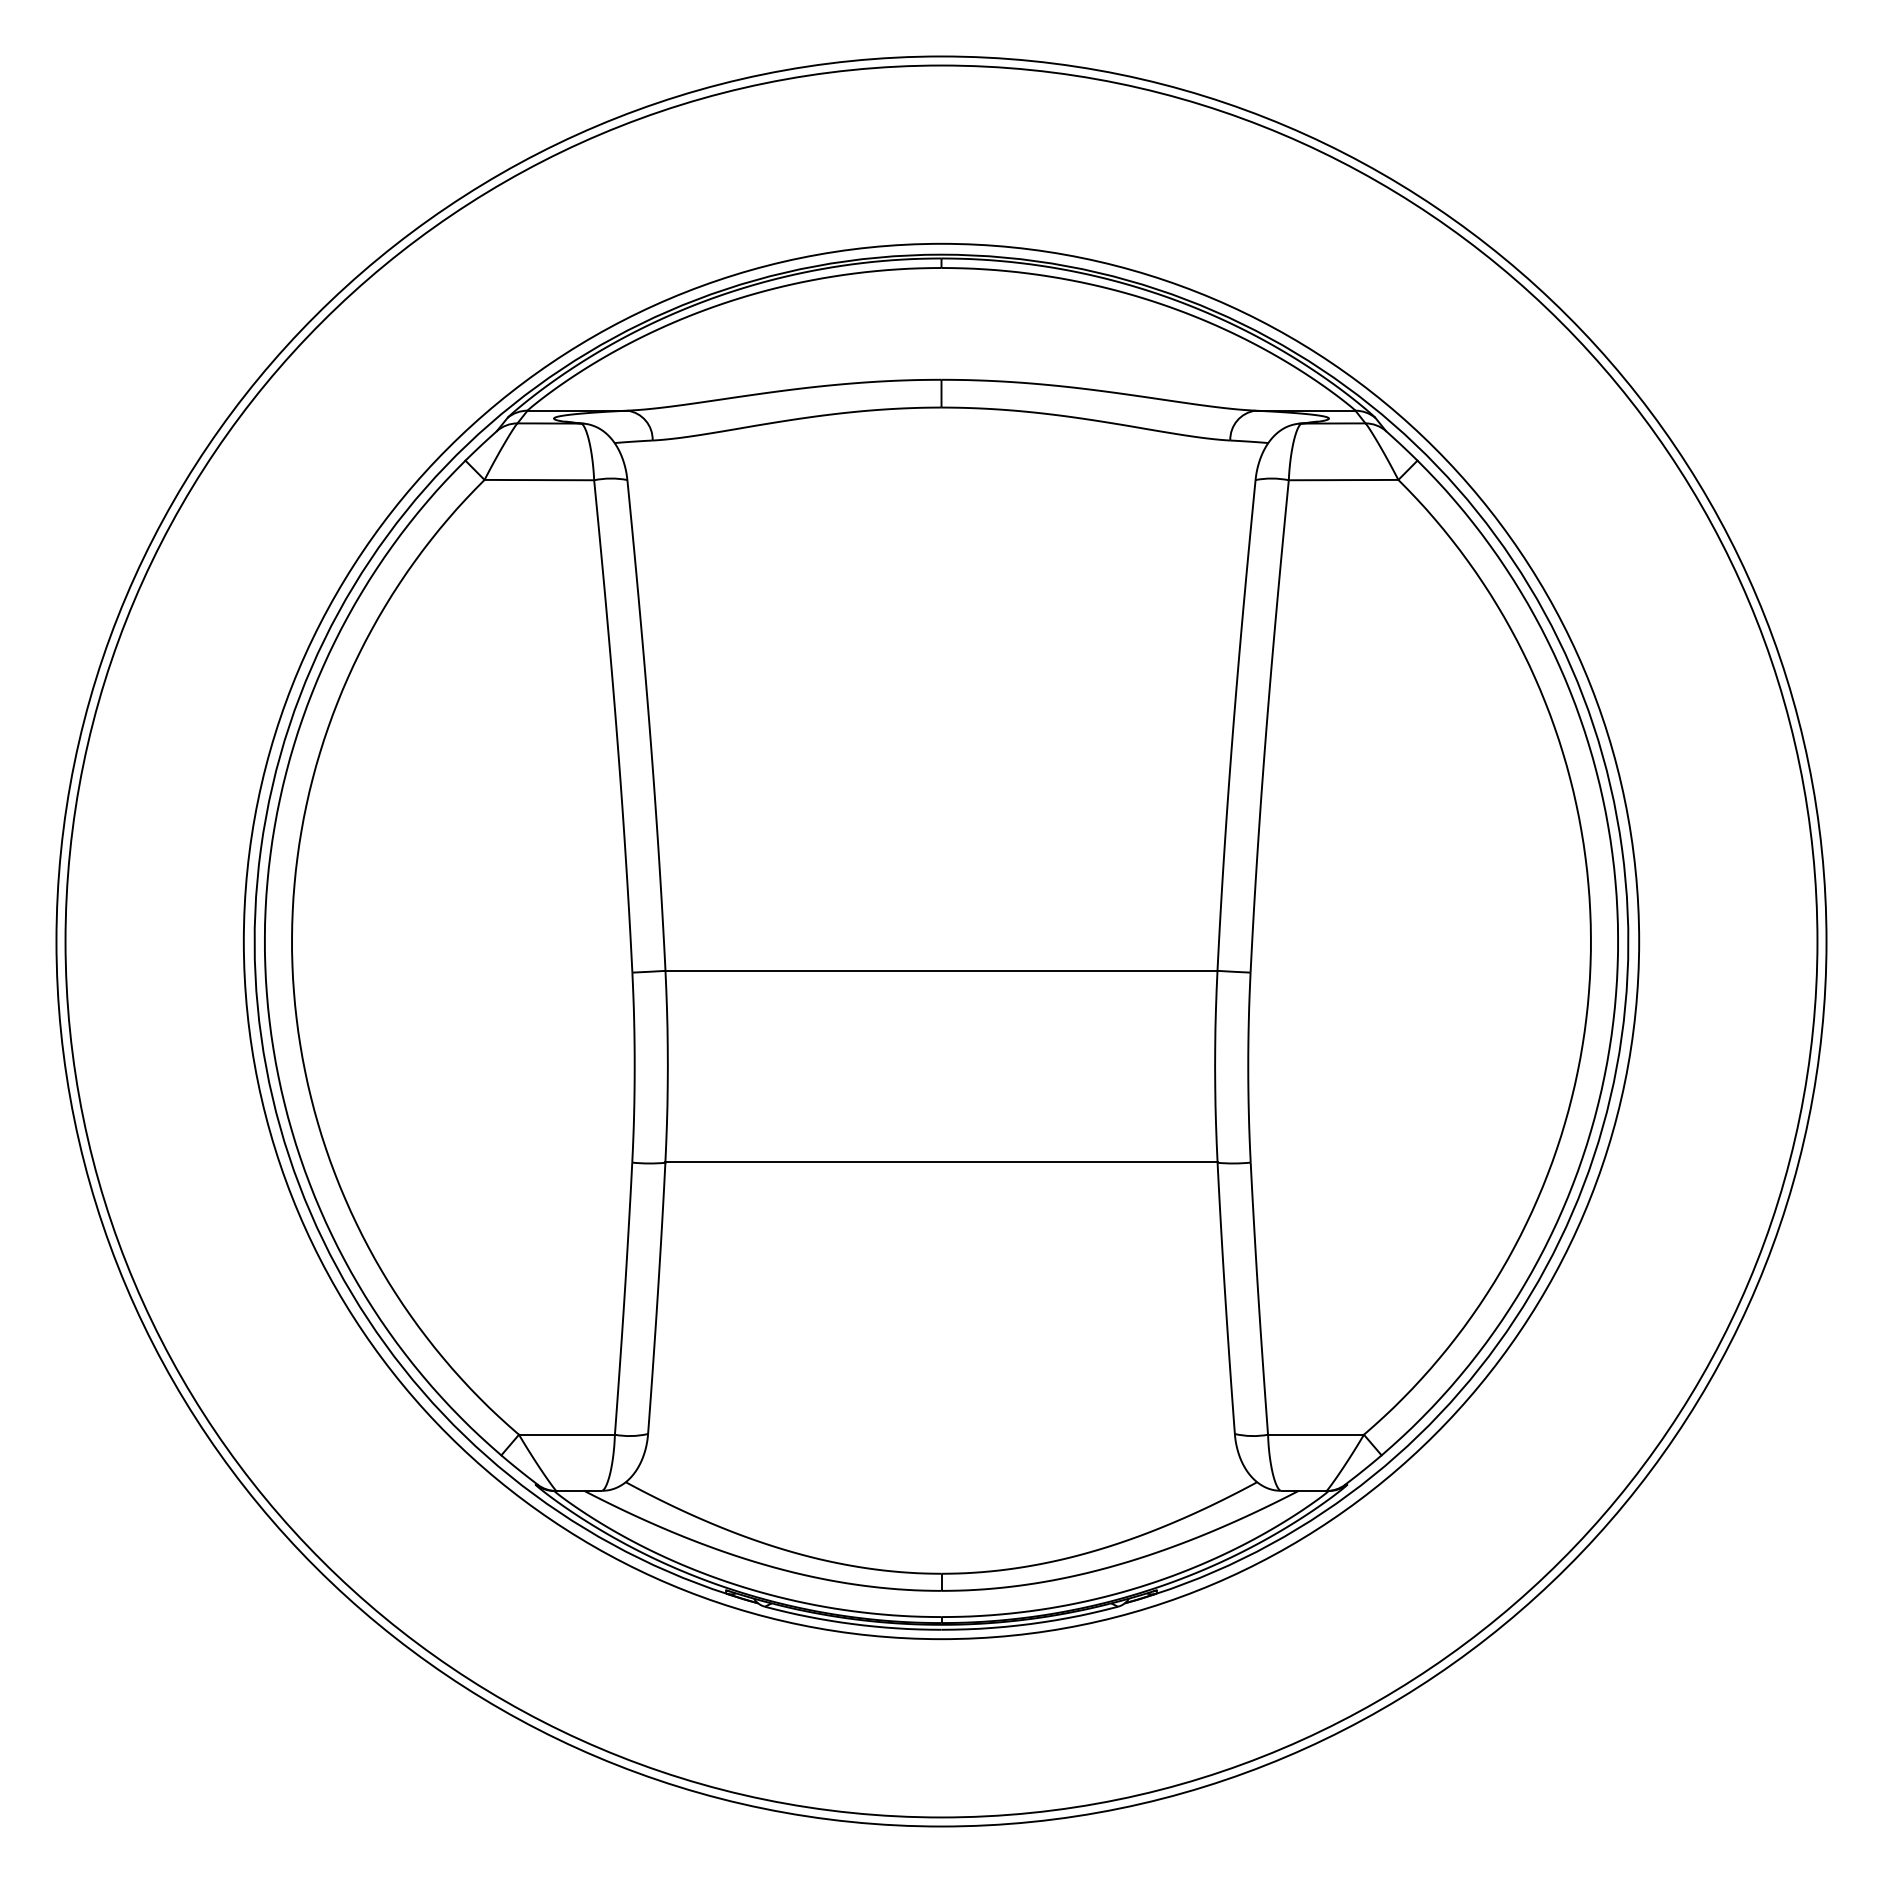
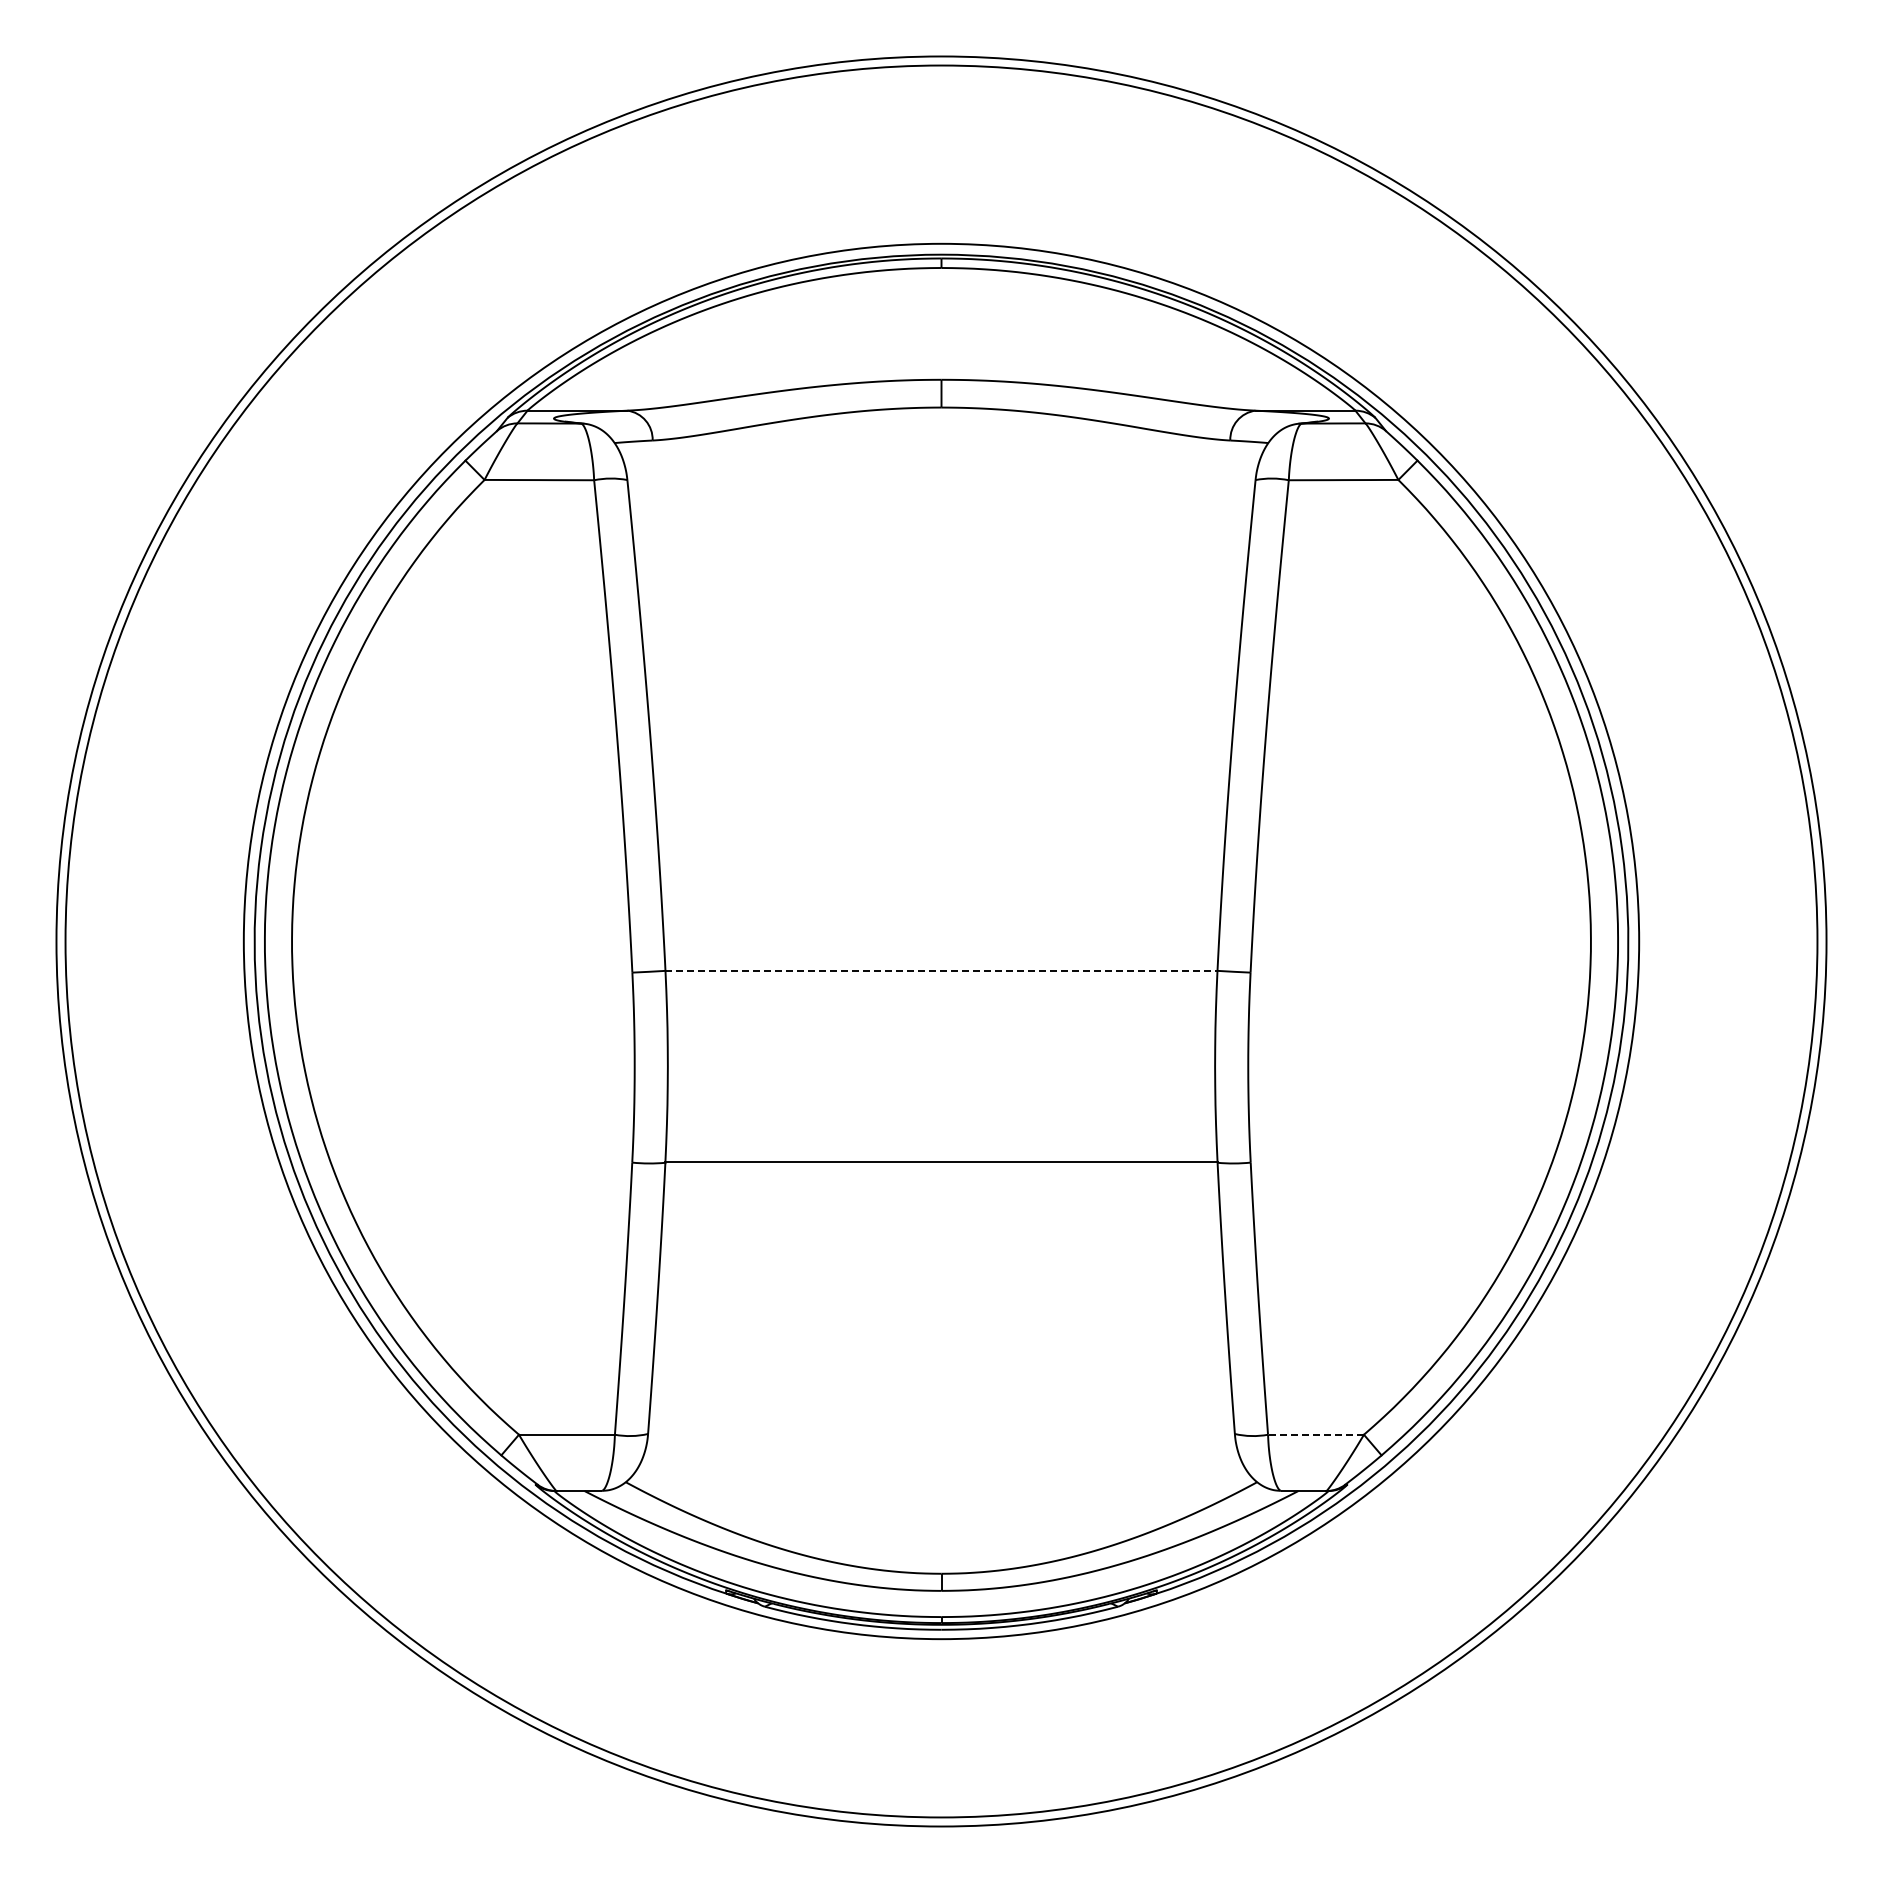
line at (942, 971): solid -> dashed
line at (1316, 1434): solid -> dashed
